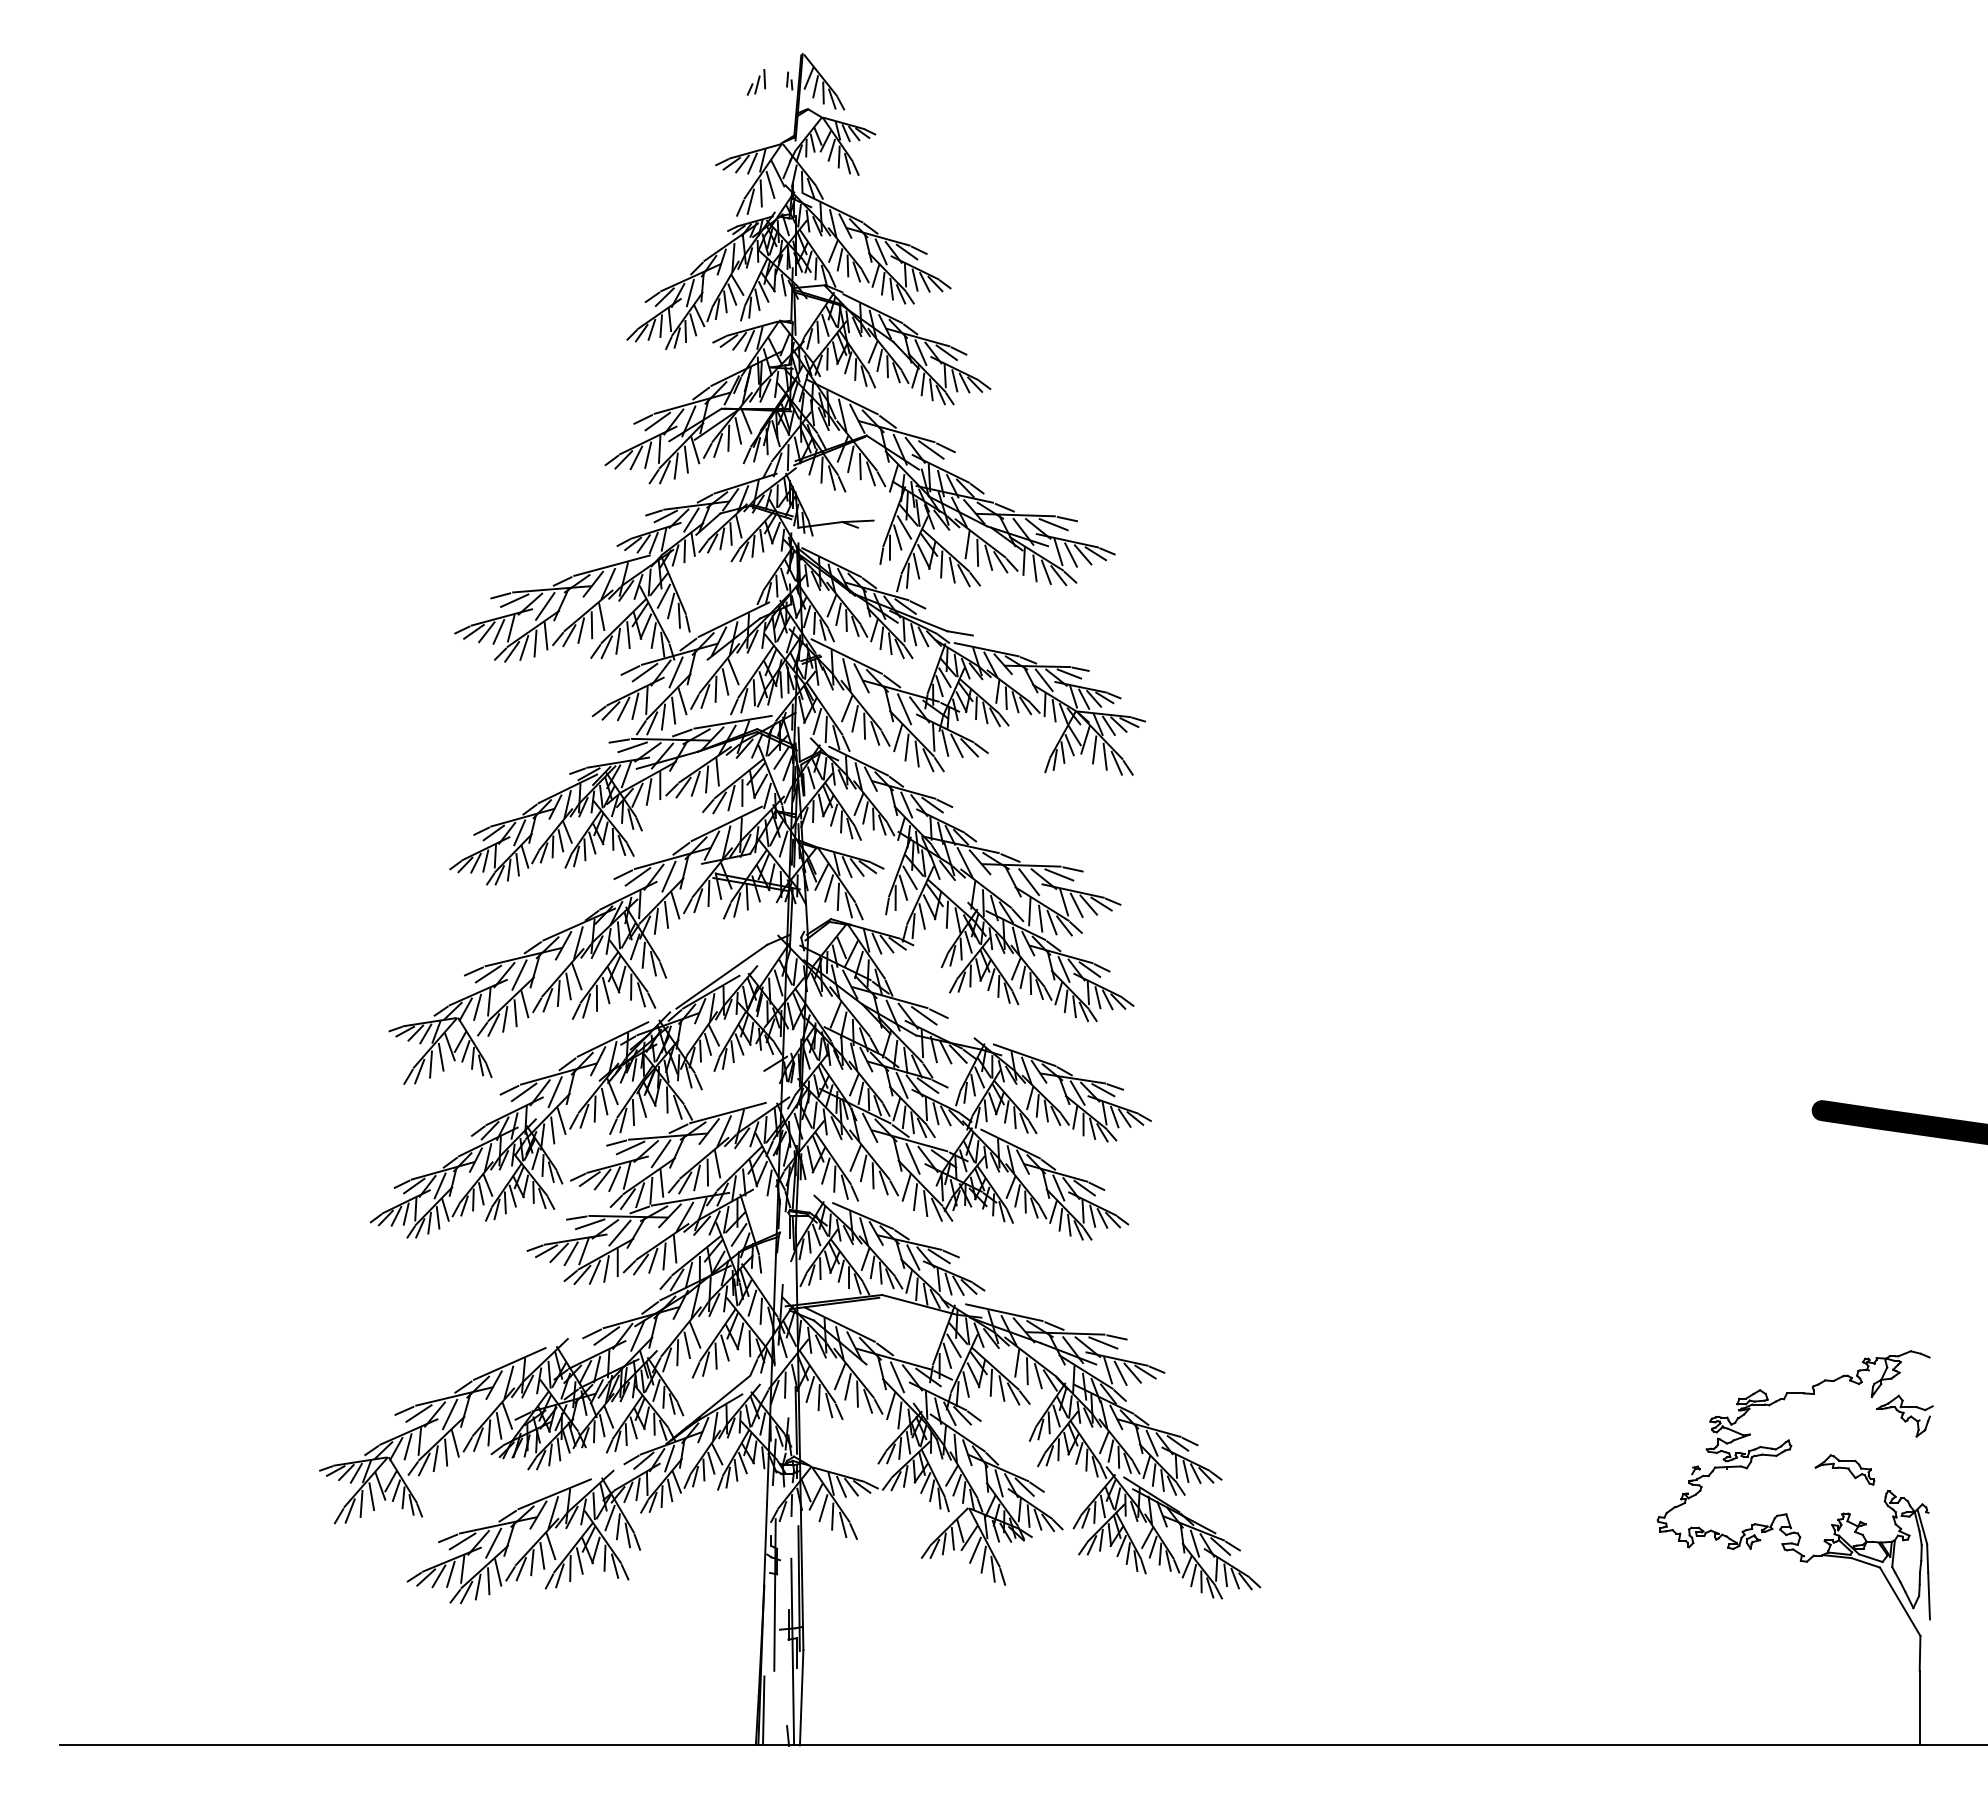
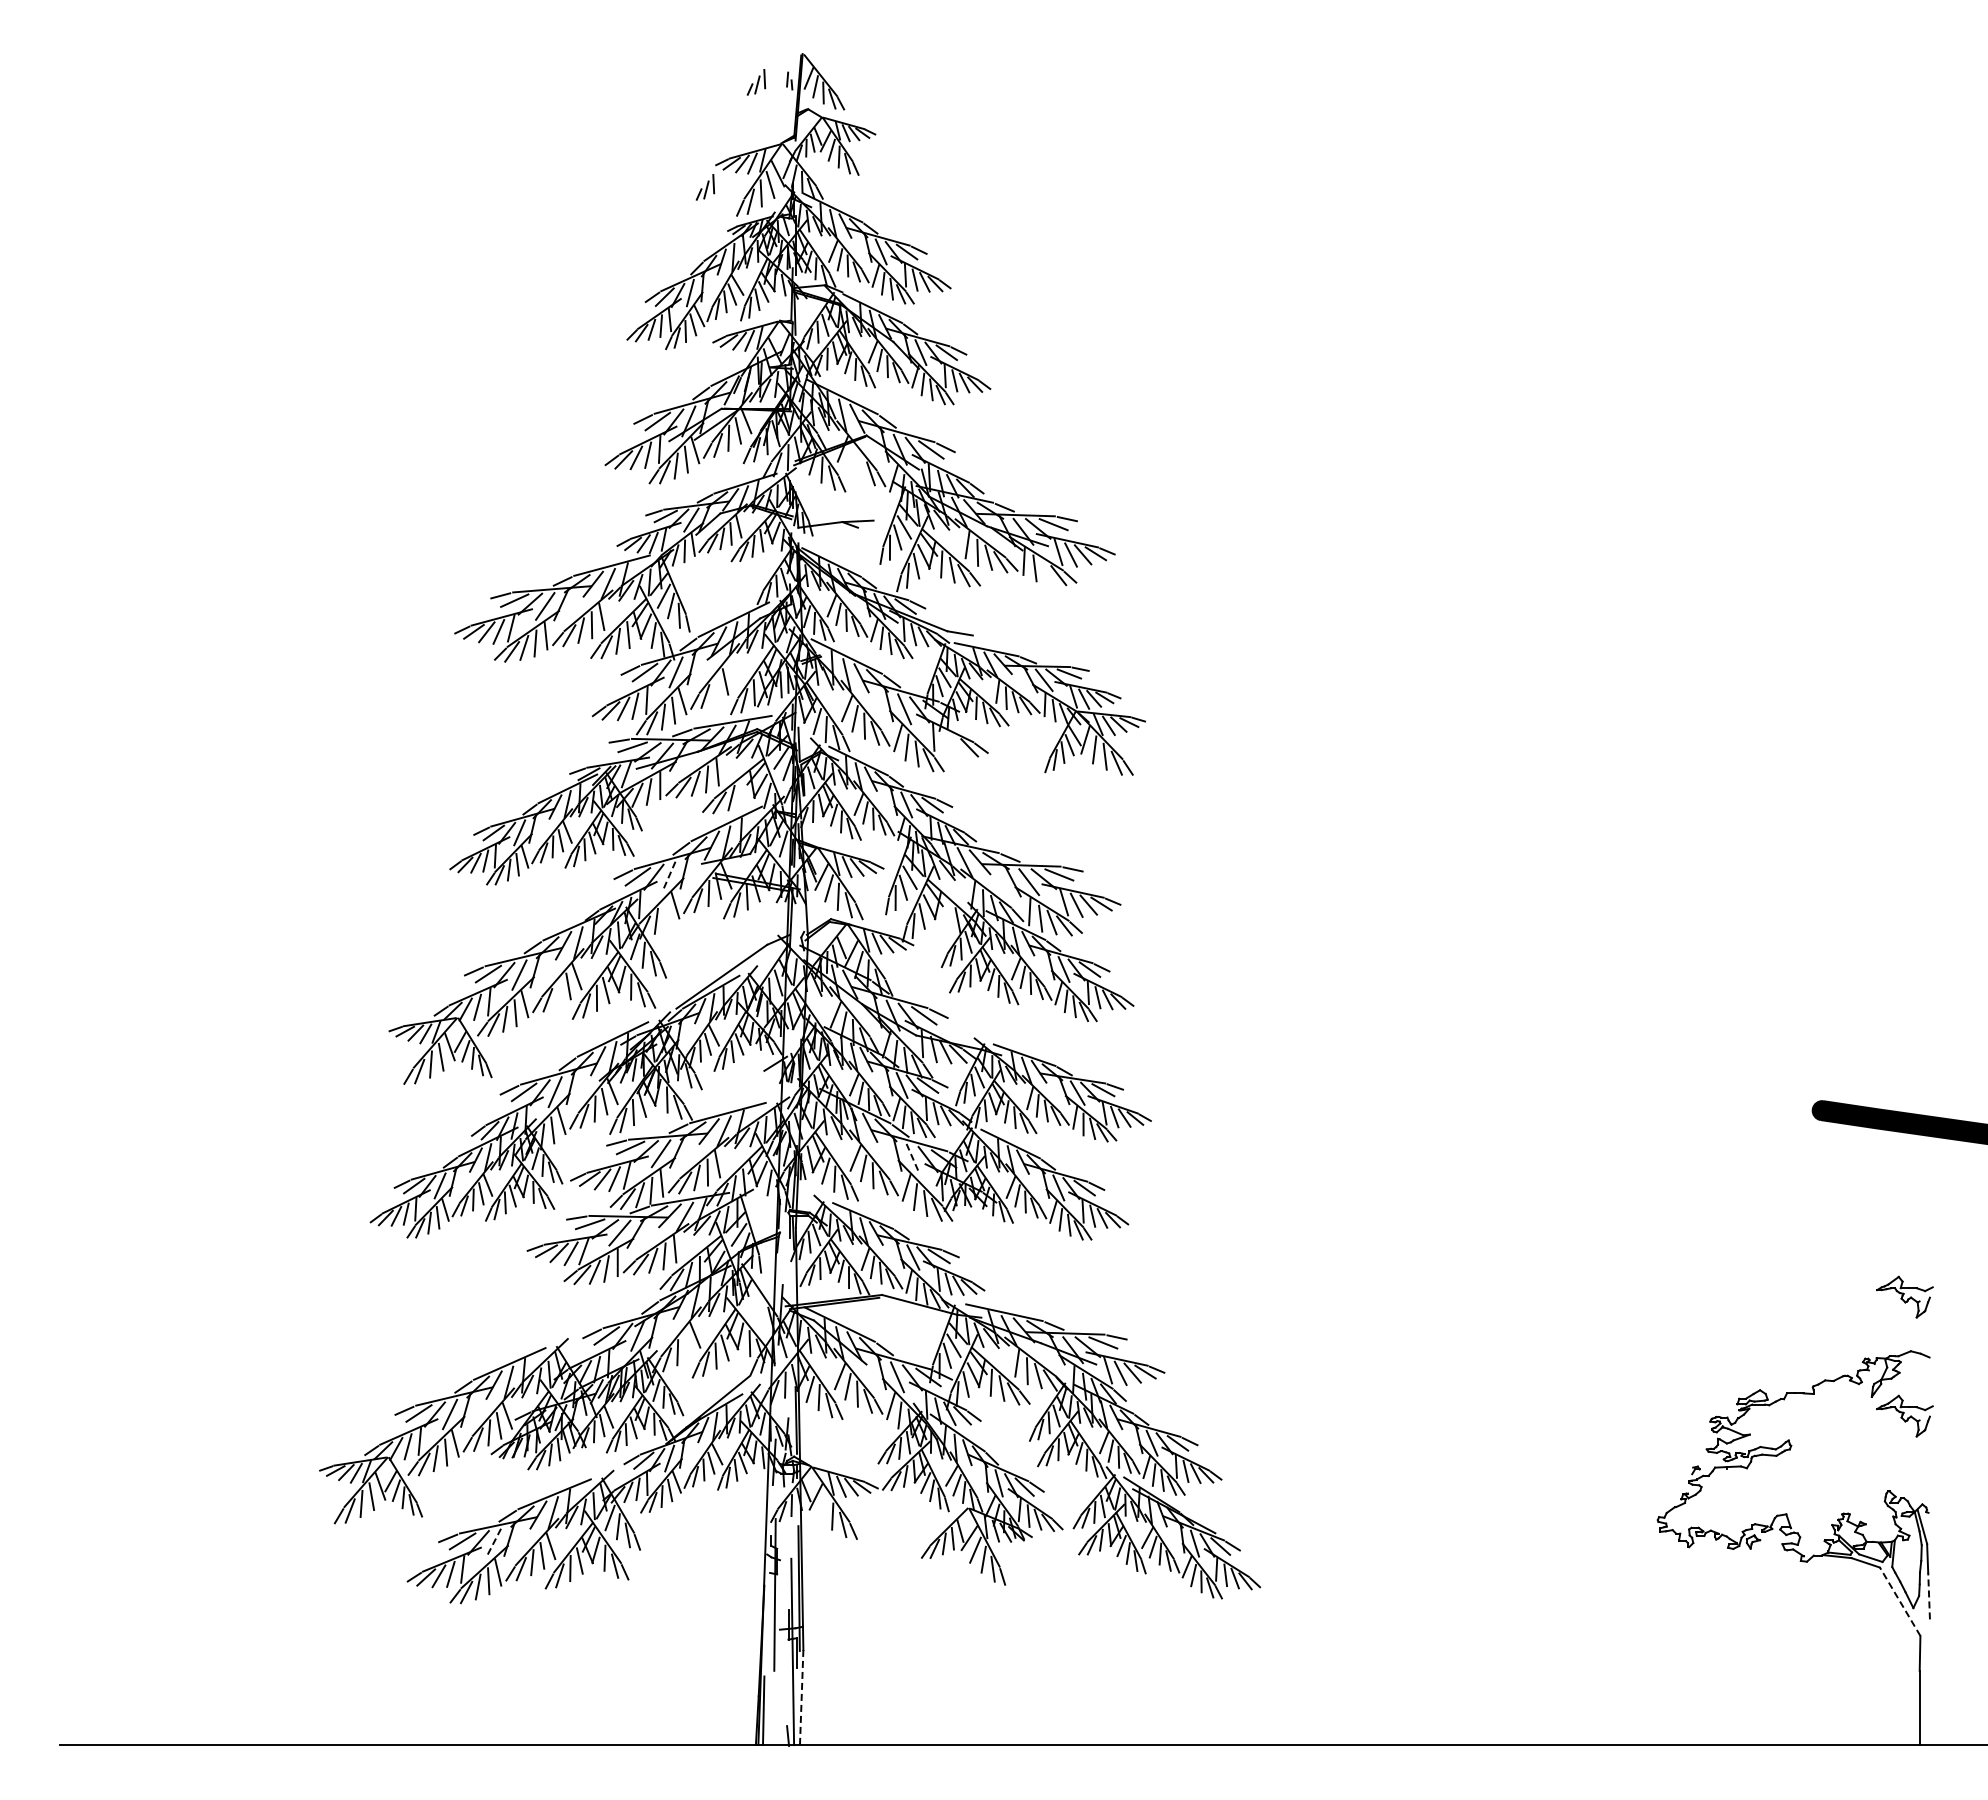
part at (705, 187): none -> present
line at (850, 459): present -> none
line at (859, 466): present -> none
line at (1045, 572): present -> none
line at (733, 671): present -> none
line at (715, 688): present -> none
line at (945, 742): present -> none
line at (956, 745): present -> none
line at (742, 792): present -> none
line at (668, 877): solid -> dashed
line at (666, 914): present -> none
line at (947, 914): present -> none
line at (558, 992): present -> none
line at (913, 1159): solid -> dashed
part at (1904, 1296): none -> present
line at (752, 1302): present -> none
line at (760, 1310): present -> none
line at (686, 1345): present -> none
part at (1844, 1469): present -> none
line at (823, 1508): present -> none
line at (493, 1543): solid -> dashed
line at (1929, 1595): solid -> dashed
line at (1900, 1601): solid -> dashed
line at (801, 1697): solid -> dashed
